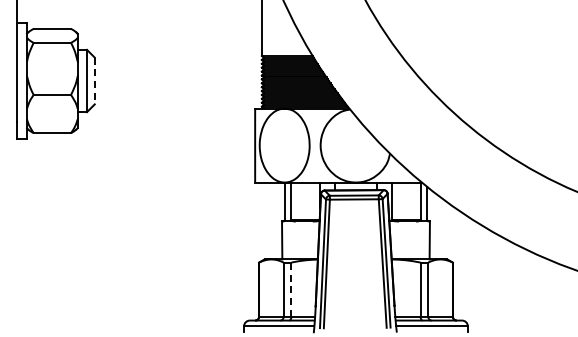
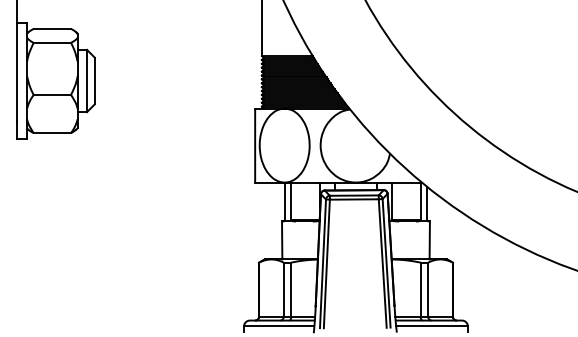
line at (94, 81): dashed -> solid
line at (291, 289): dashed -> solid
